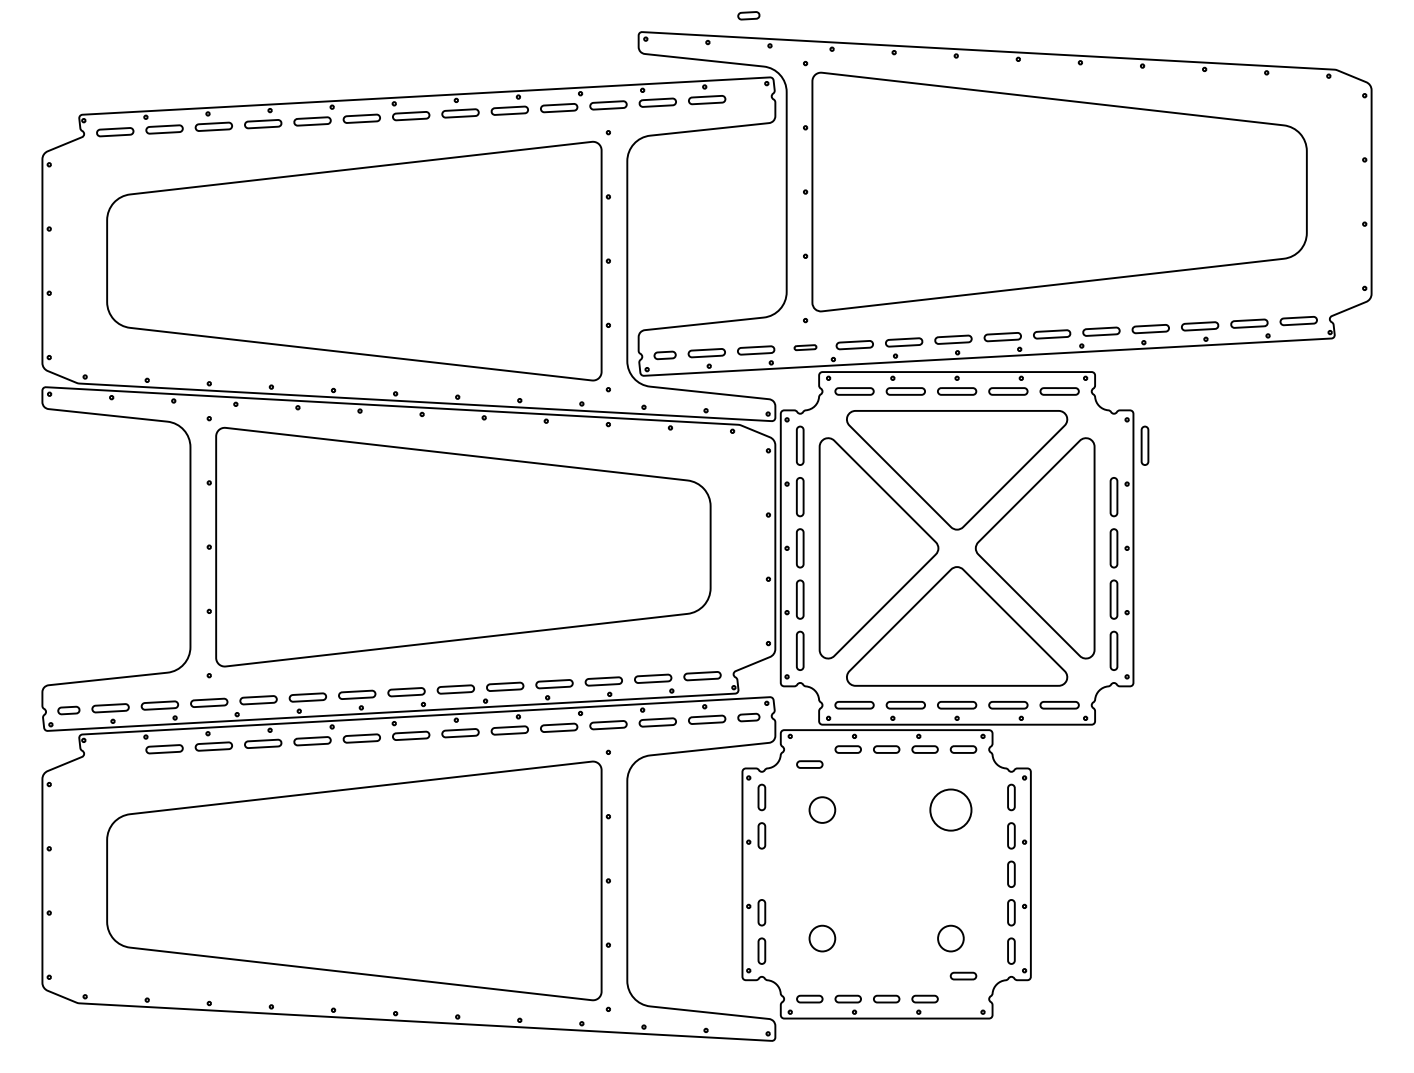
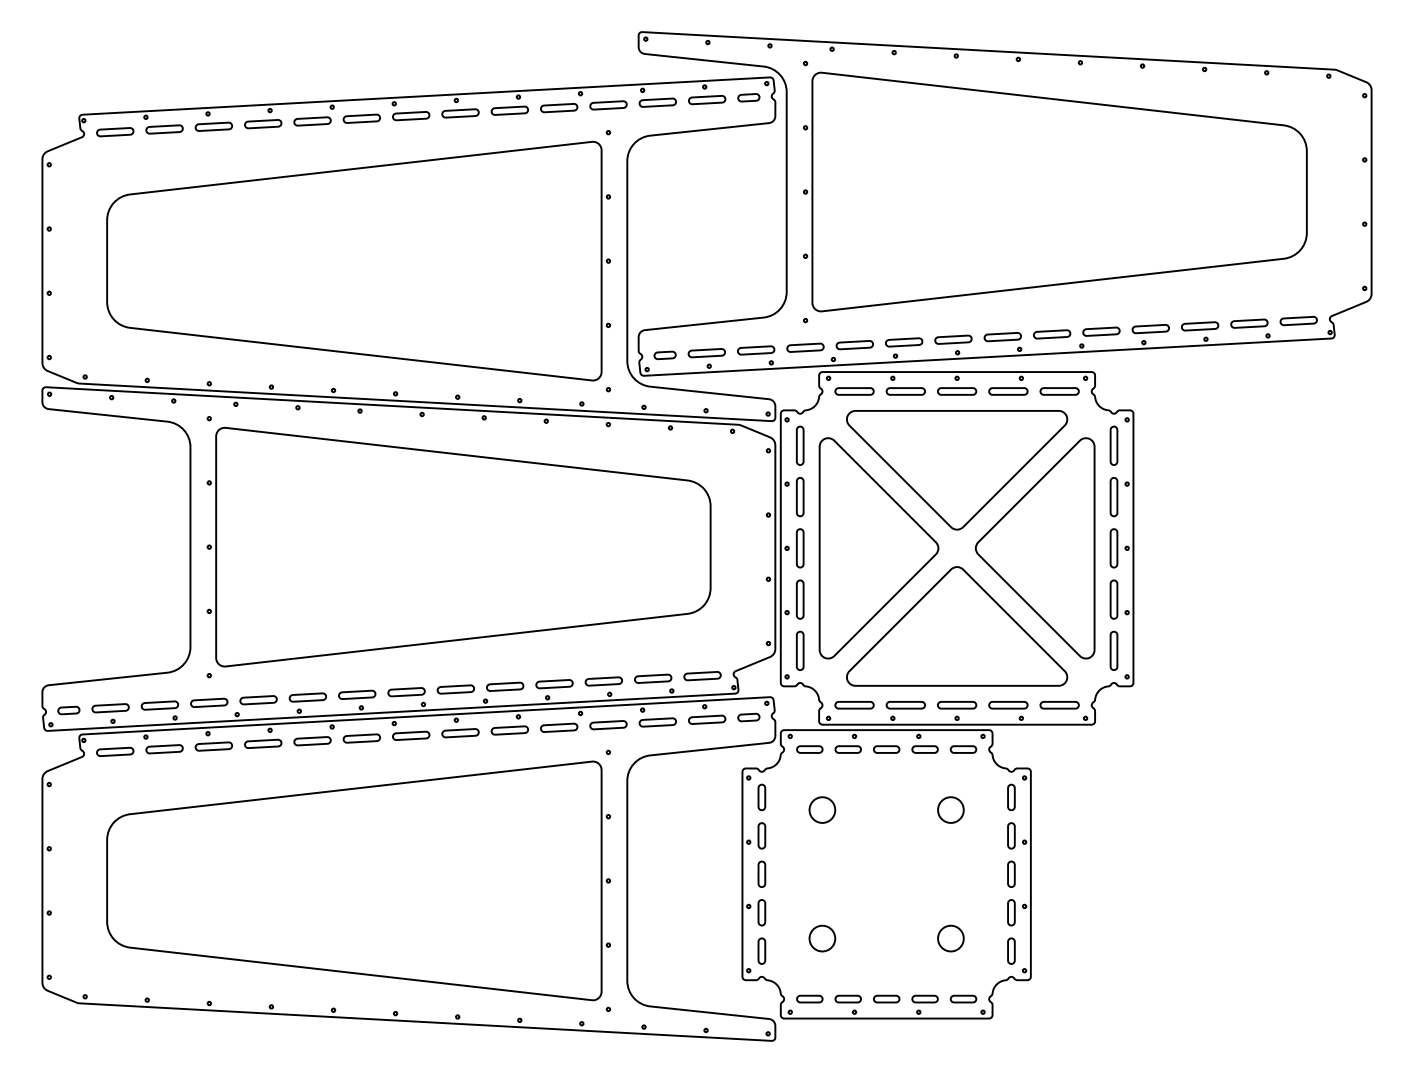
part at (748, 15) position: (748, 15) -> (748, 97)
part at (805, 347) size: 25x8 px -> 39x11 px
part at (1144, 445) position: (1144, 445) -> (1113, 445)
part at (115, 751): none -> present
part at (809, 764) position: (809, 764) -> (809, 749)
circle at (950, 809) diameter: 41 px -> 26 px
part at (761, 873): none -> present
part at (963, 975) position: (963, 975) -> (963, 998)
